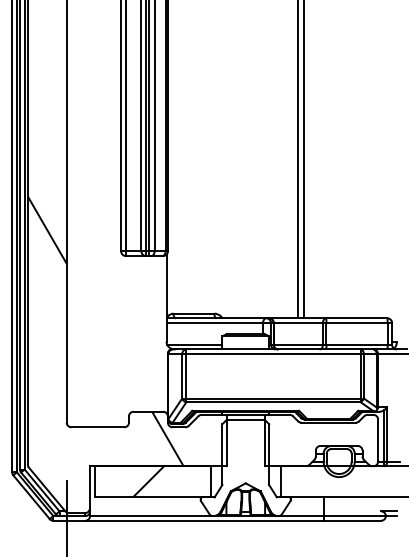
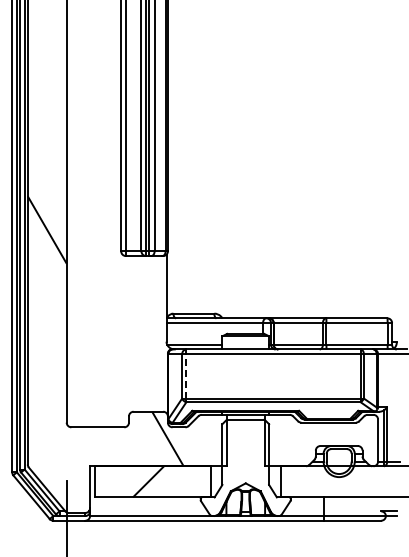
line at (297, 160): present -> none
line at (303, 160): present -> none
line at (186, 375): solid -> dashed
